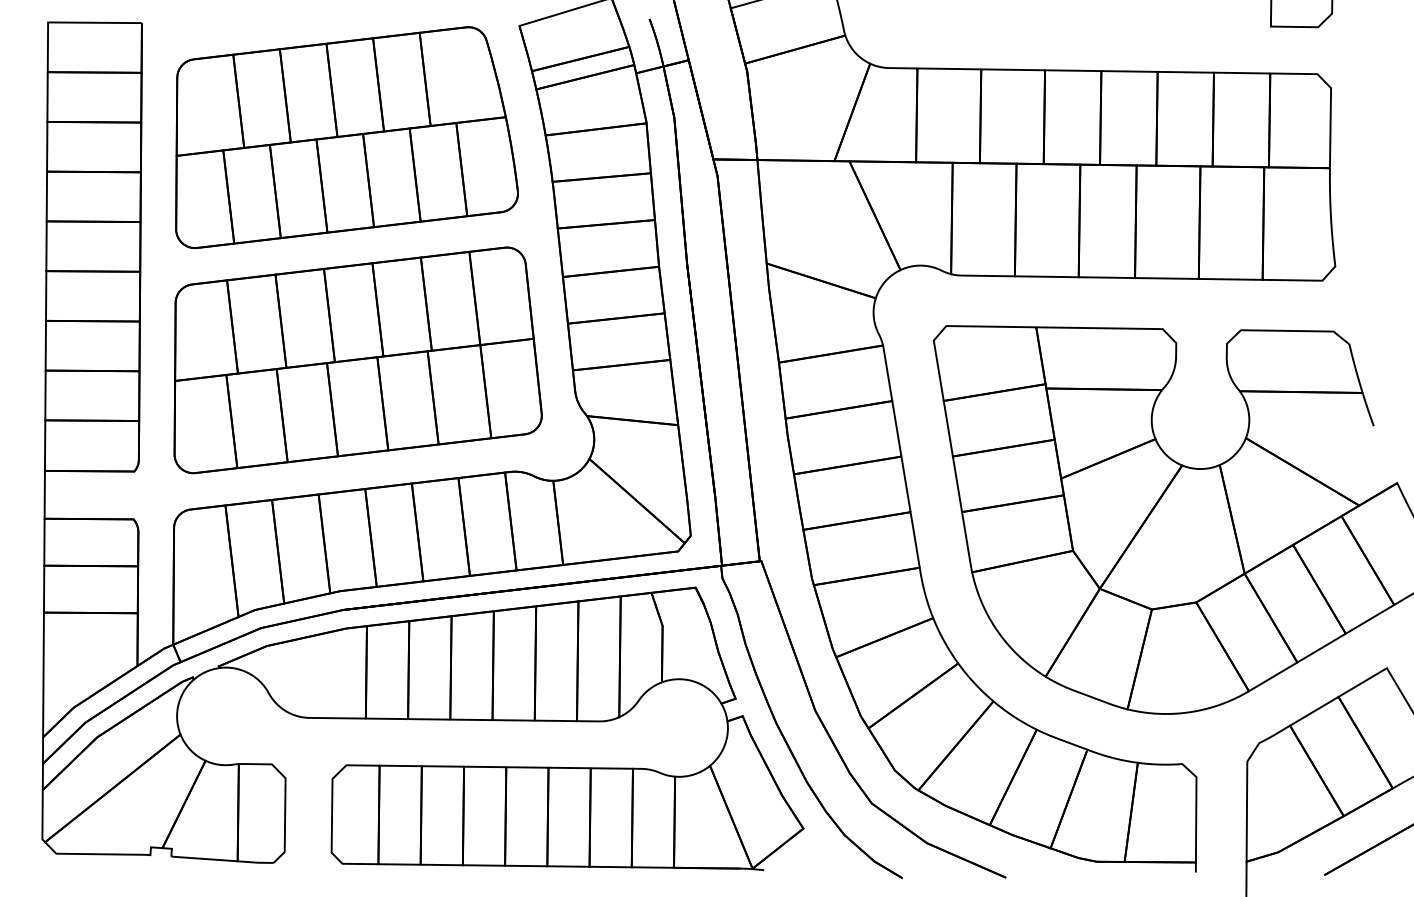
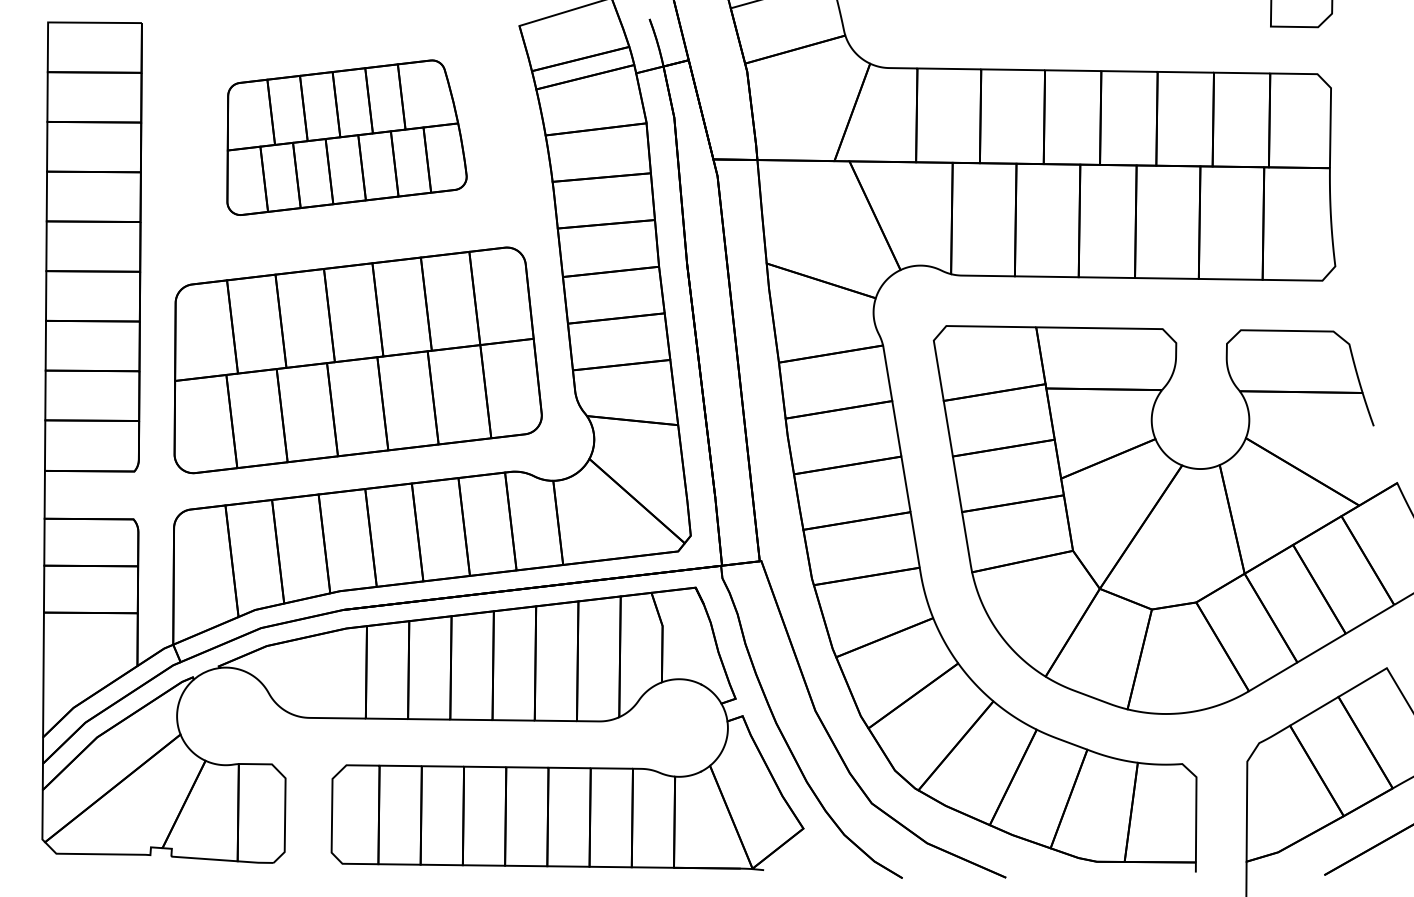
part at (346, 137) size: 344x224 px -> 242x157 px
